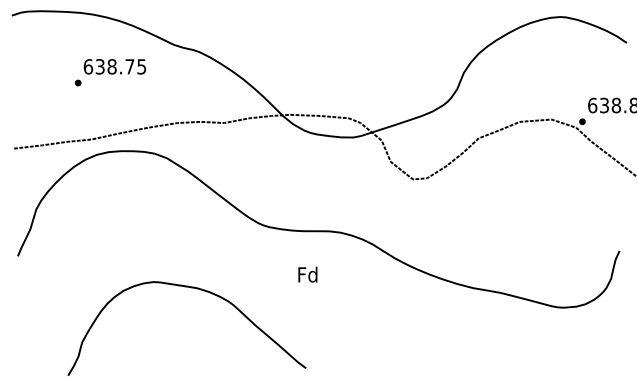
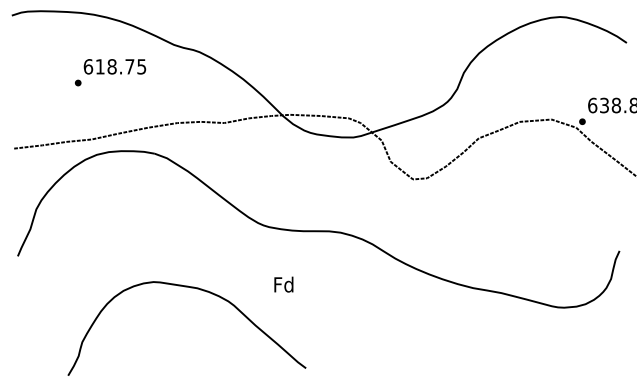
text at (99, 66): 638.75 -> 618.75
text at (307, 274) position: (307, 274) -> (283, 284)
